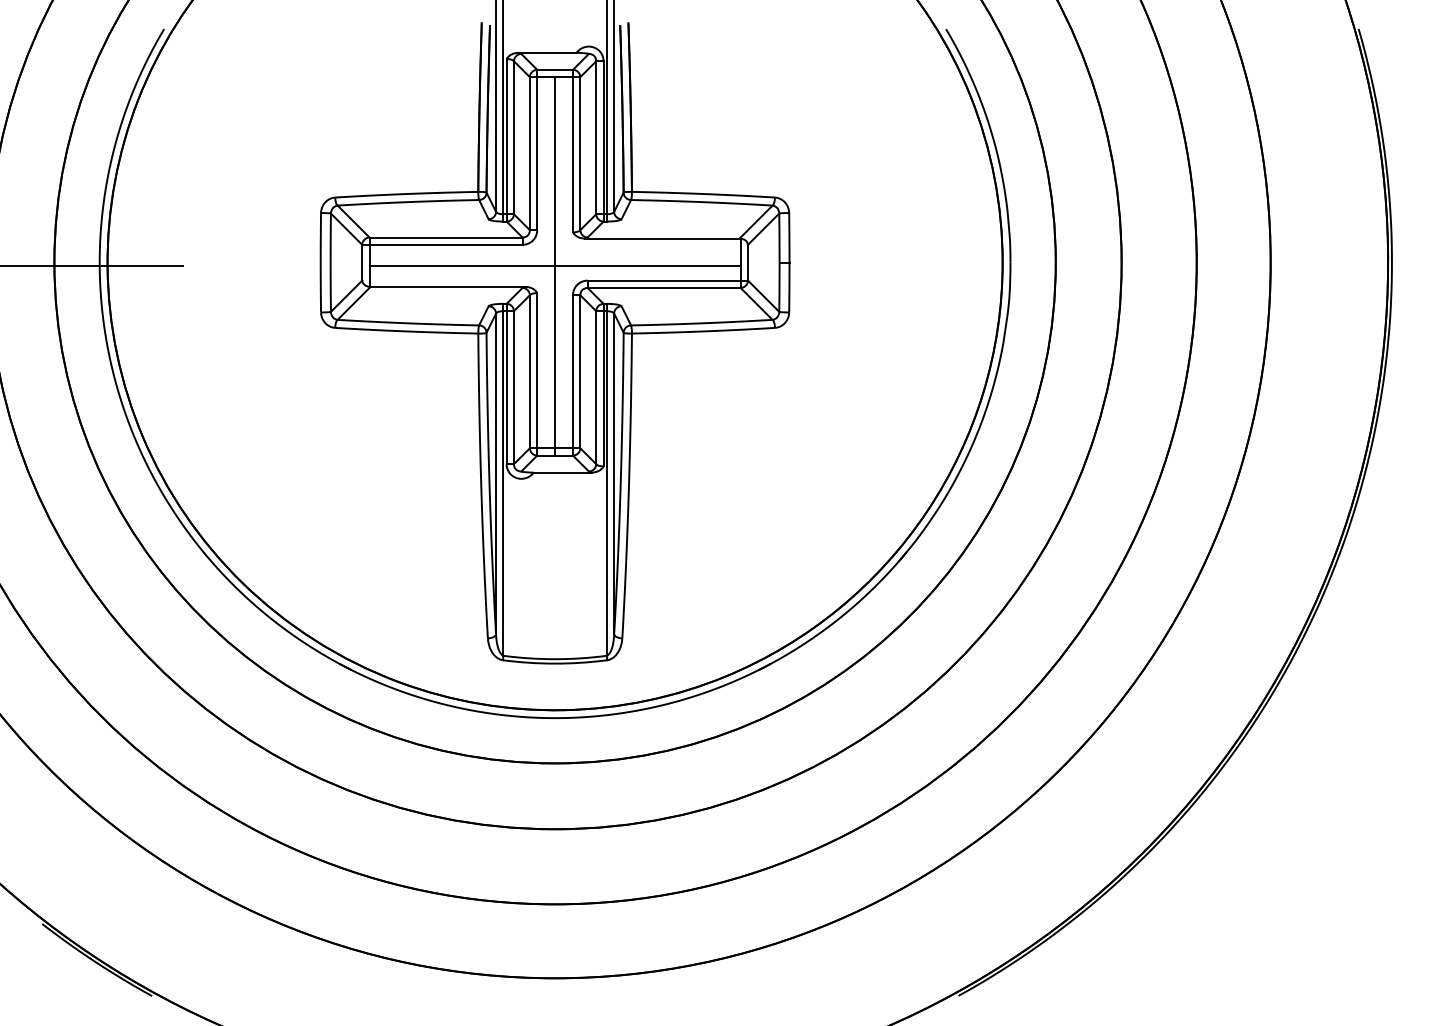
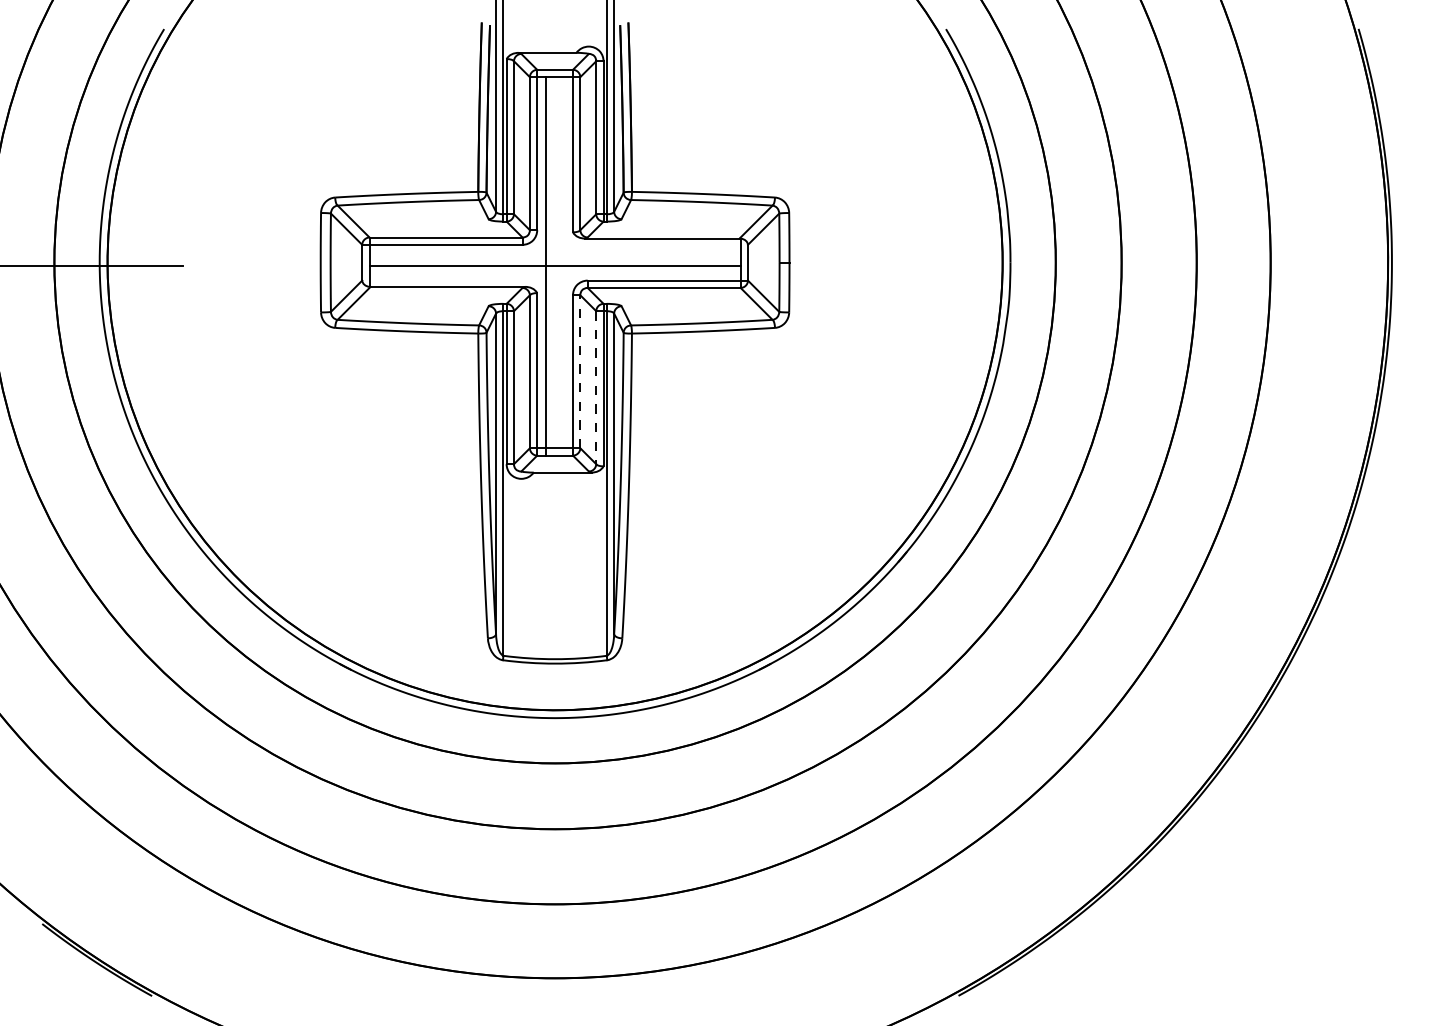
line at (555, 266) position: (555, 266) -> (546, 266)
line at (580, 371): solid -> dashed
line at (596, 388): solid -> dashed
